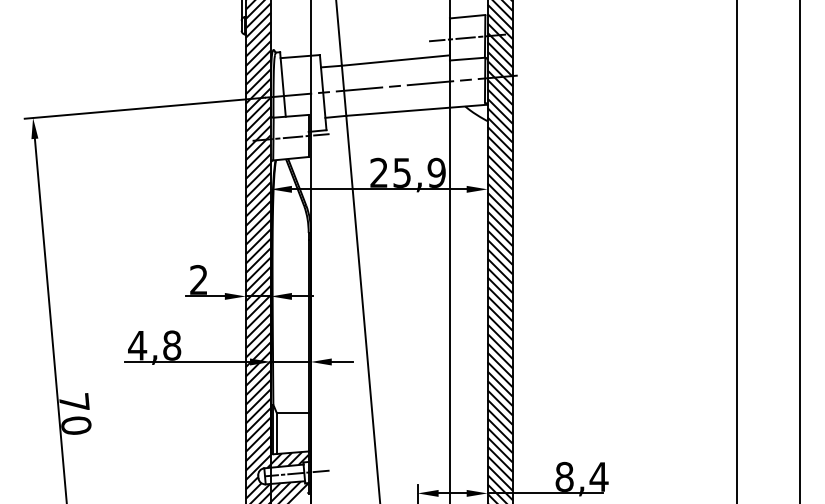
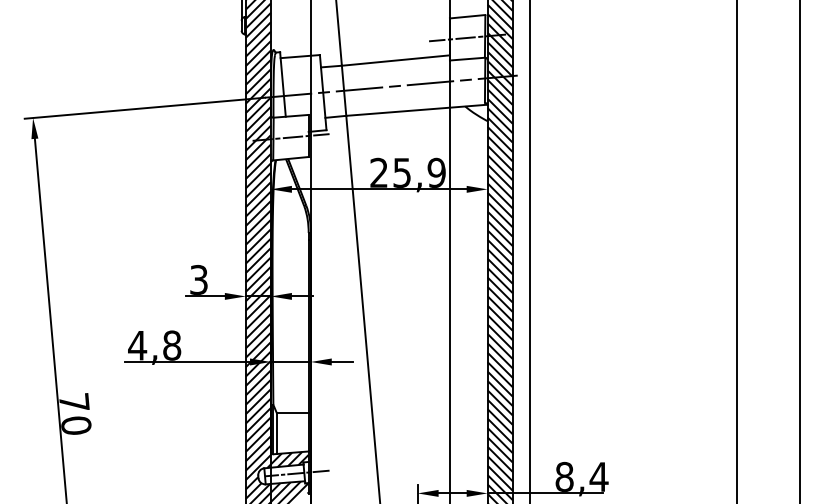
line at (529, 251): none -> present
text at (198, 279): 2 -> 3
